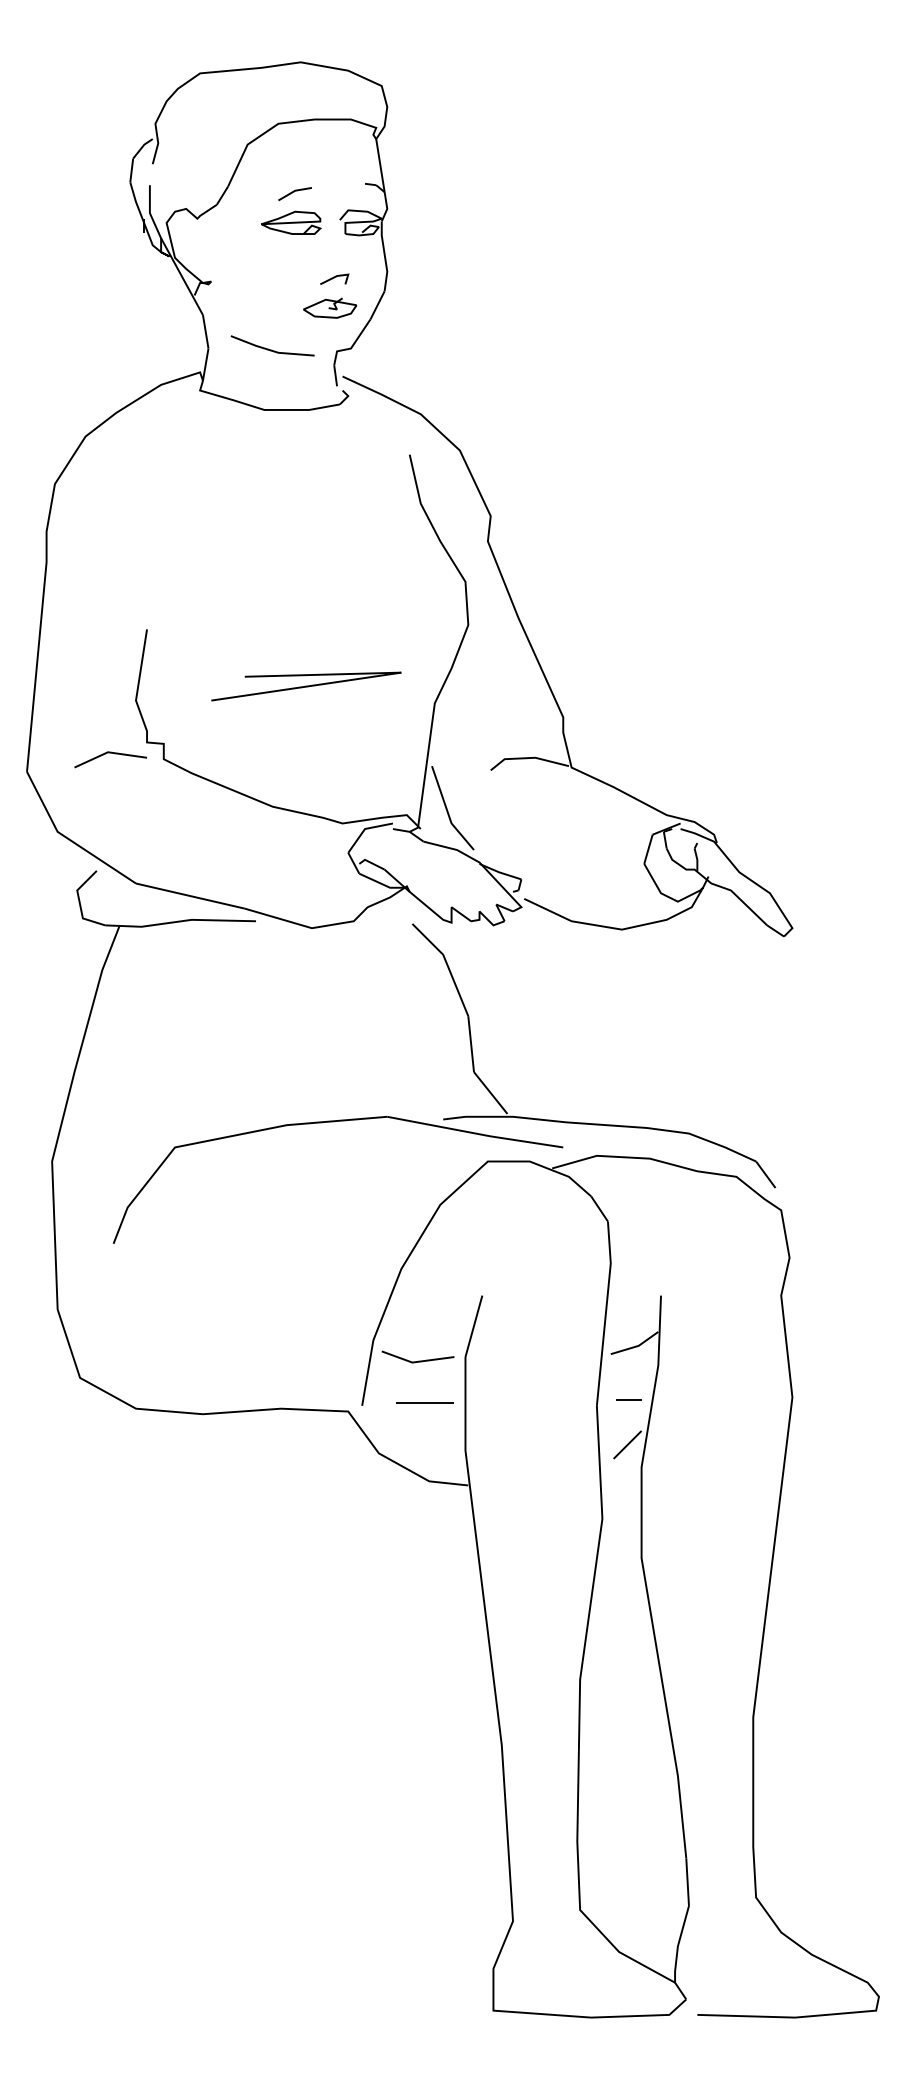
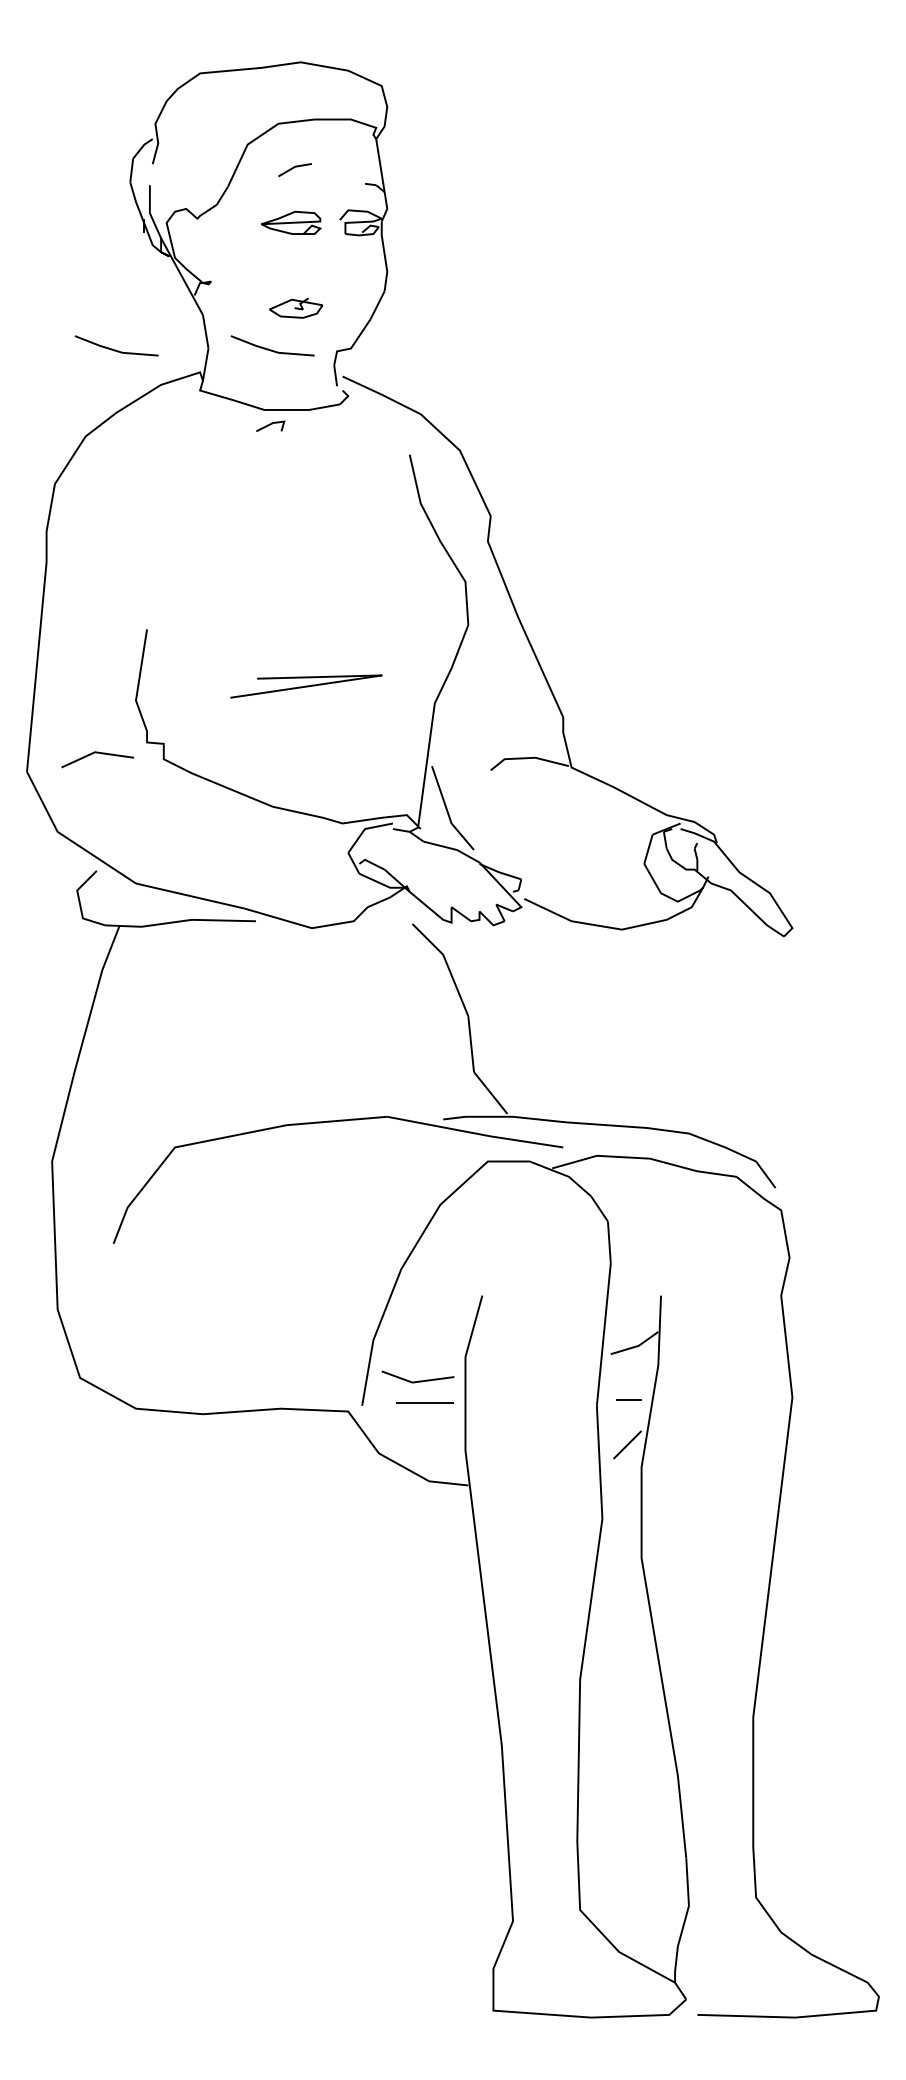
line at (294, 192) position: (294, 192) -> (294, 168)
line at (334, 278) position: (334, 278) -> (270, 425)
part at (330, 307) position: (330, 307) -> (296, 307)
line at (115, 349): none -> present
part at (306, 686) size: 191x31 px -> 153x25 px
line at (110, 753) position: (110, 753) -> (97, 753)
line at (418, 1360) position: (418, 1360) -> (418, 1380)
